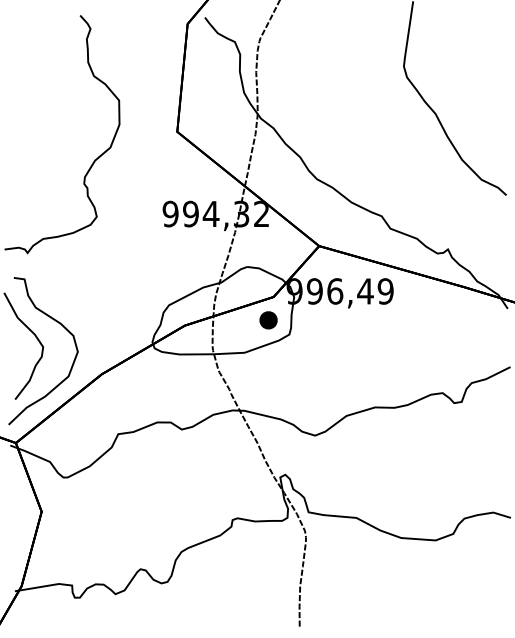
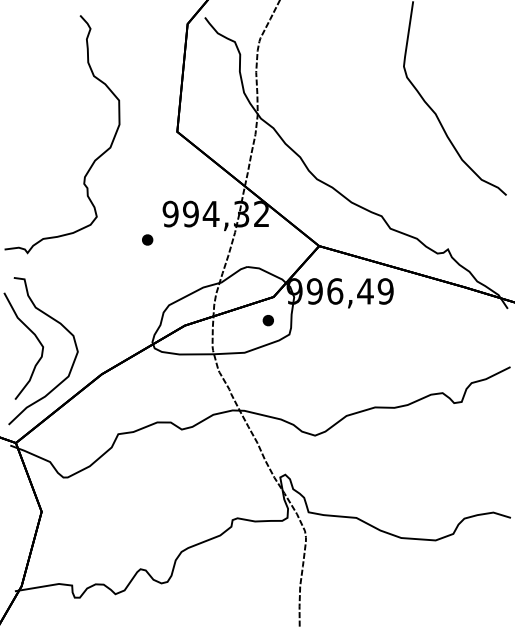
part at (147, 239): none -> present
part at (268, 320) size: 19x19 px -> 12x12 px
